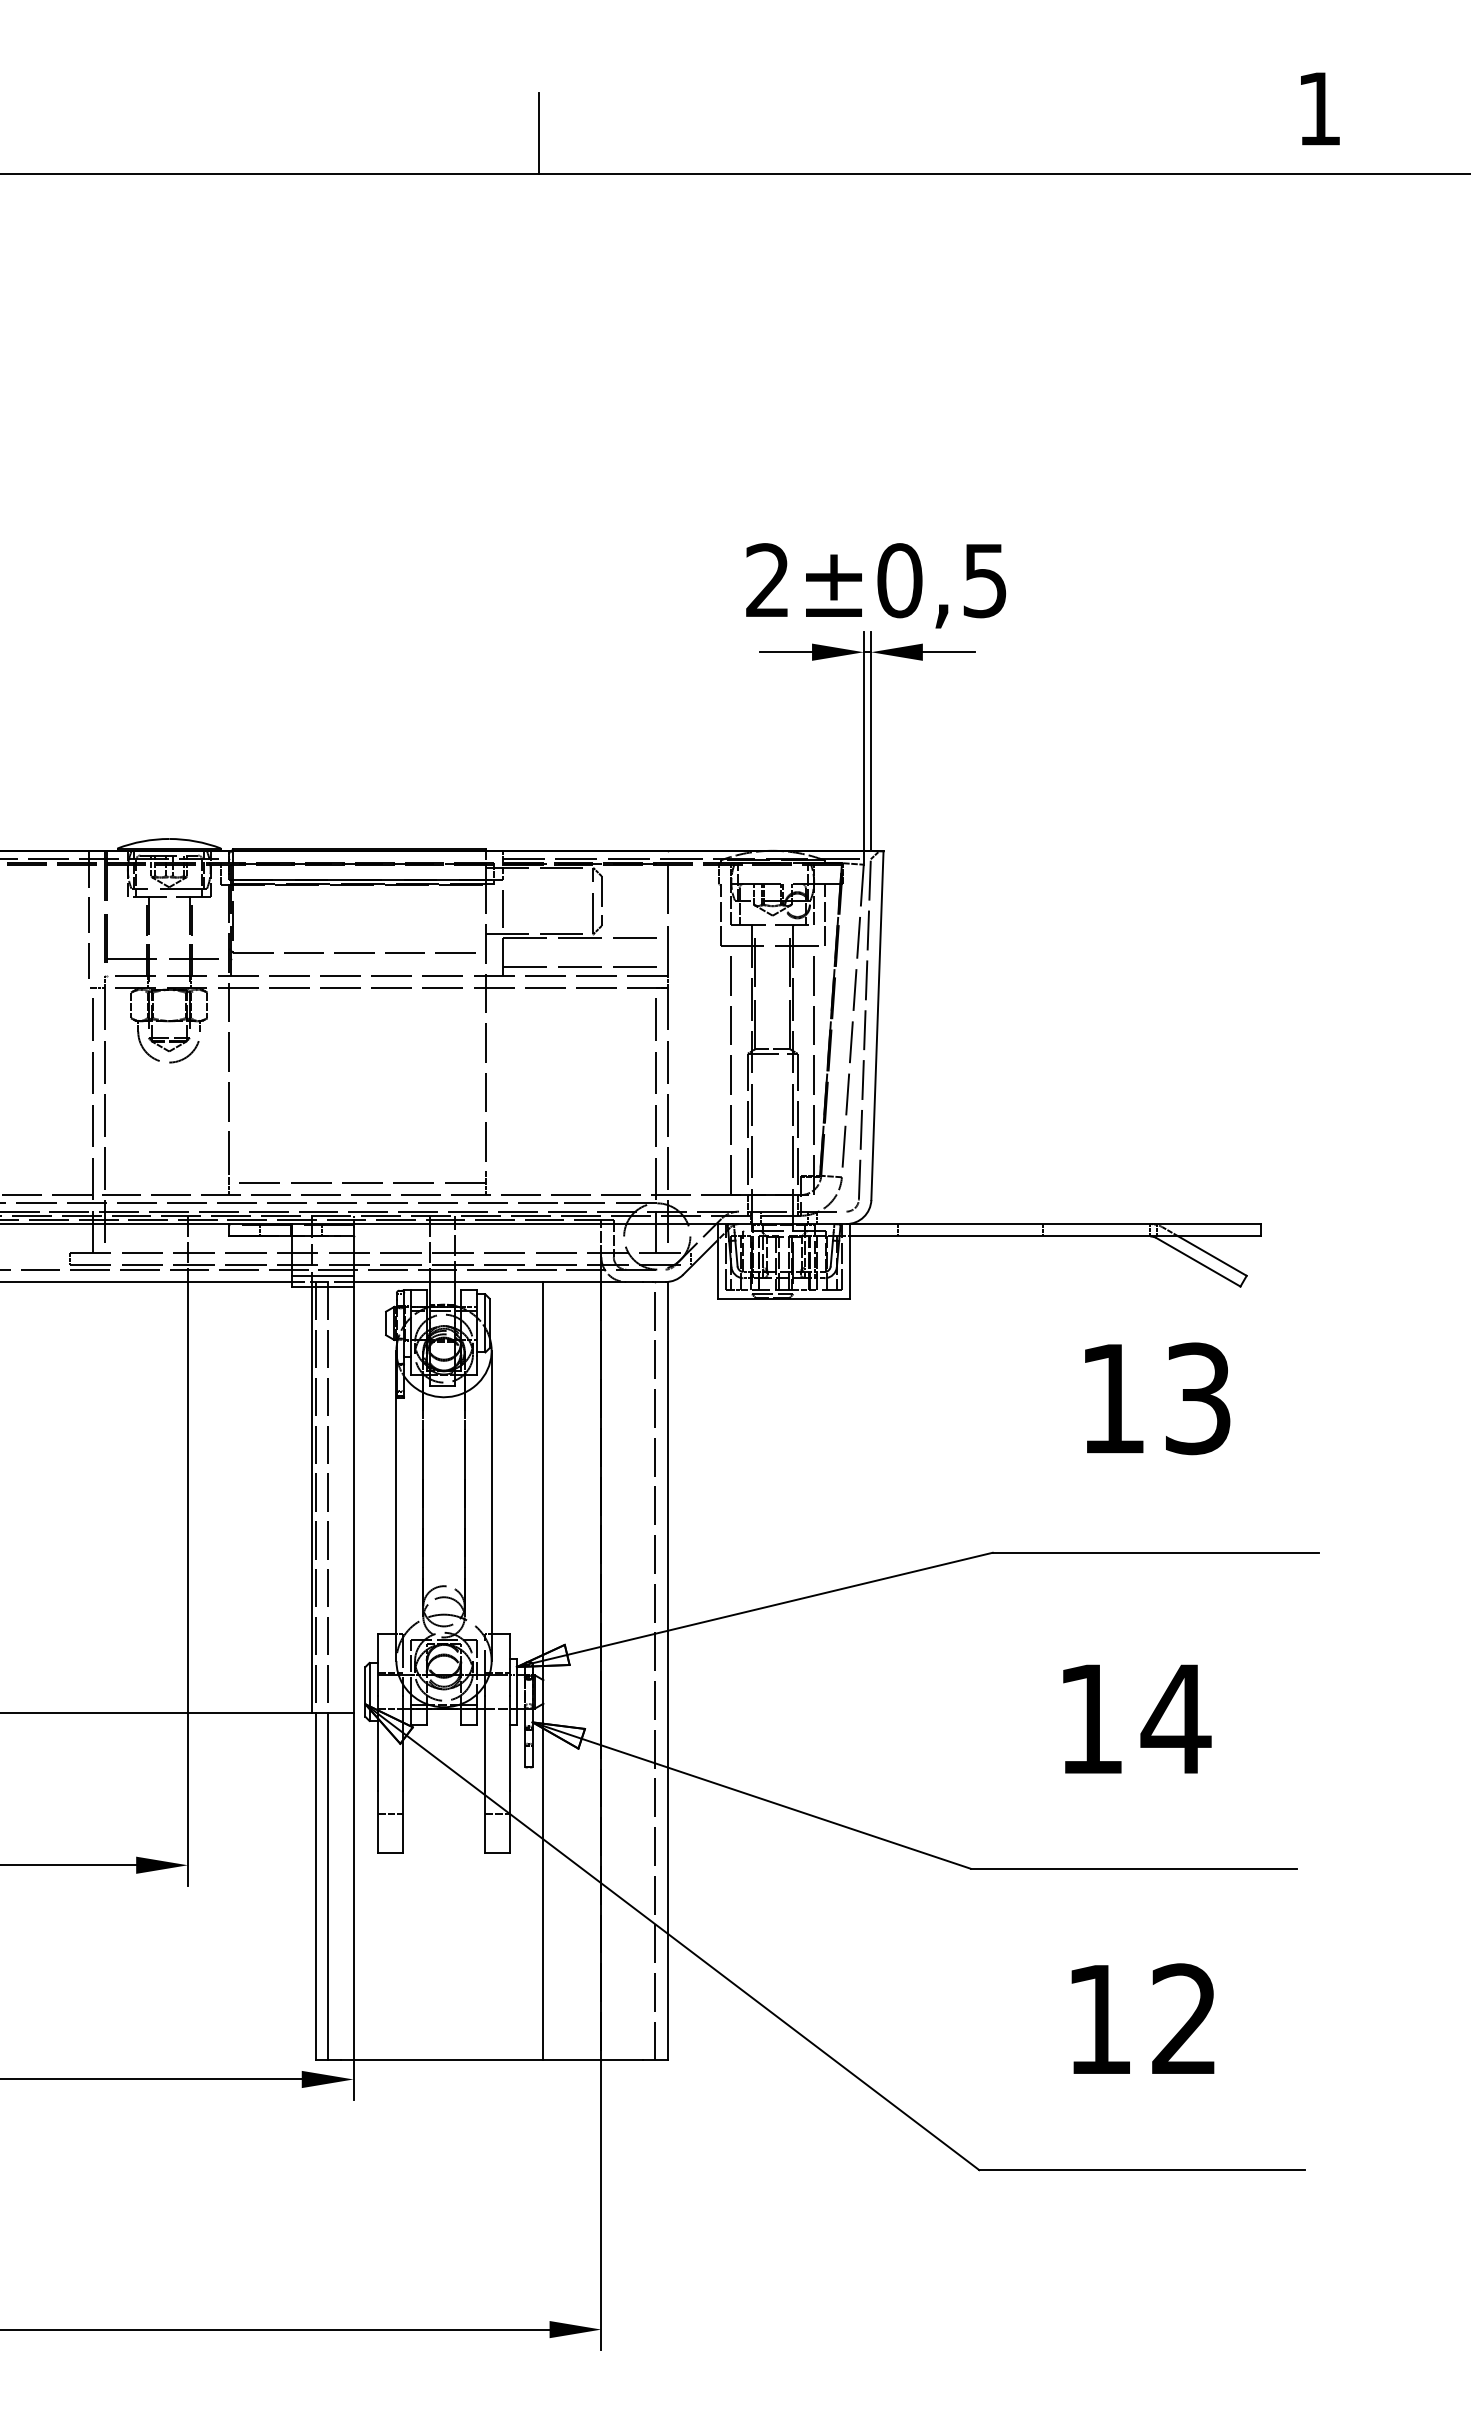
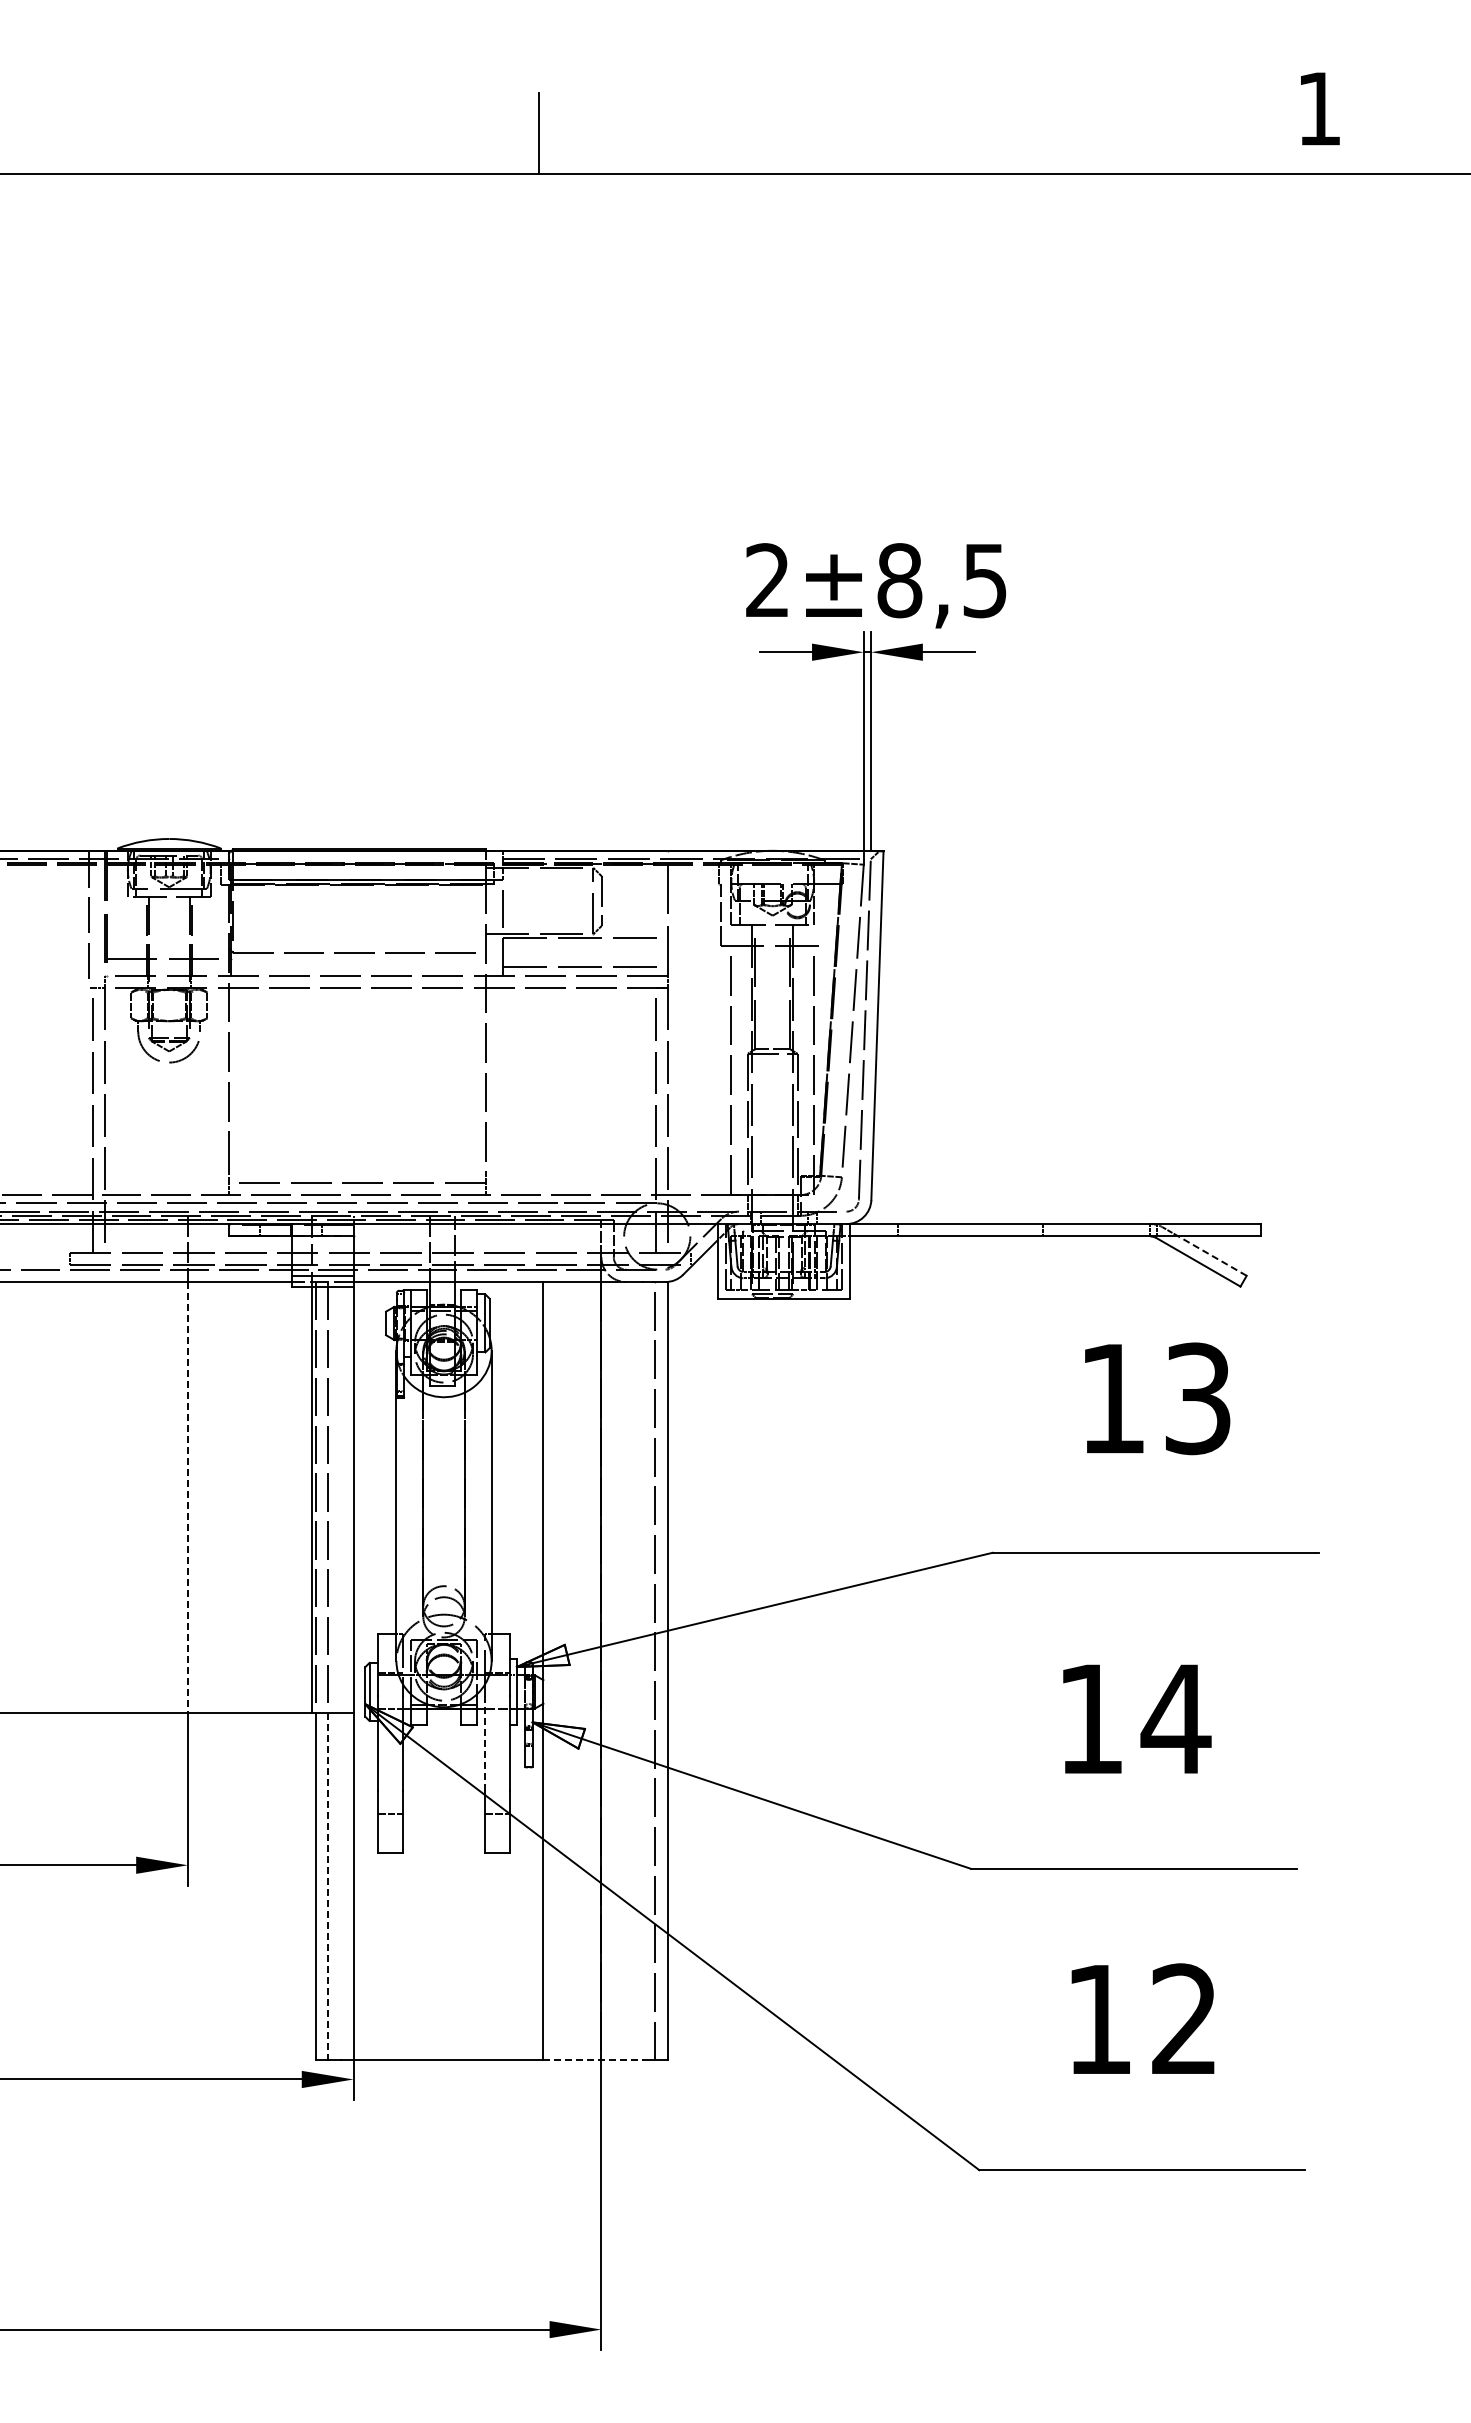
text at (899, 580): ±0,5 -> ±8,5
line at (824, 914): present -> none
line at (1212, 1255): solid -> dashed
line at (187, 1497): solid -> dashed
line at (485, 1743): solid -> dashed
line at (328, 1886): solid -> dashed
line at (593, 2060): solid -> dashed
